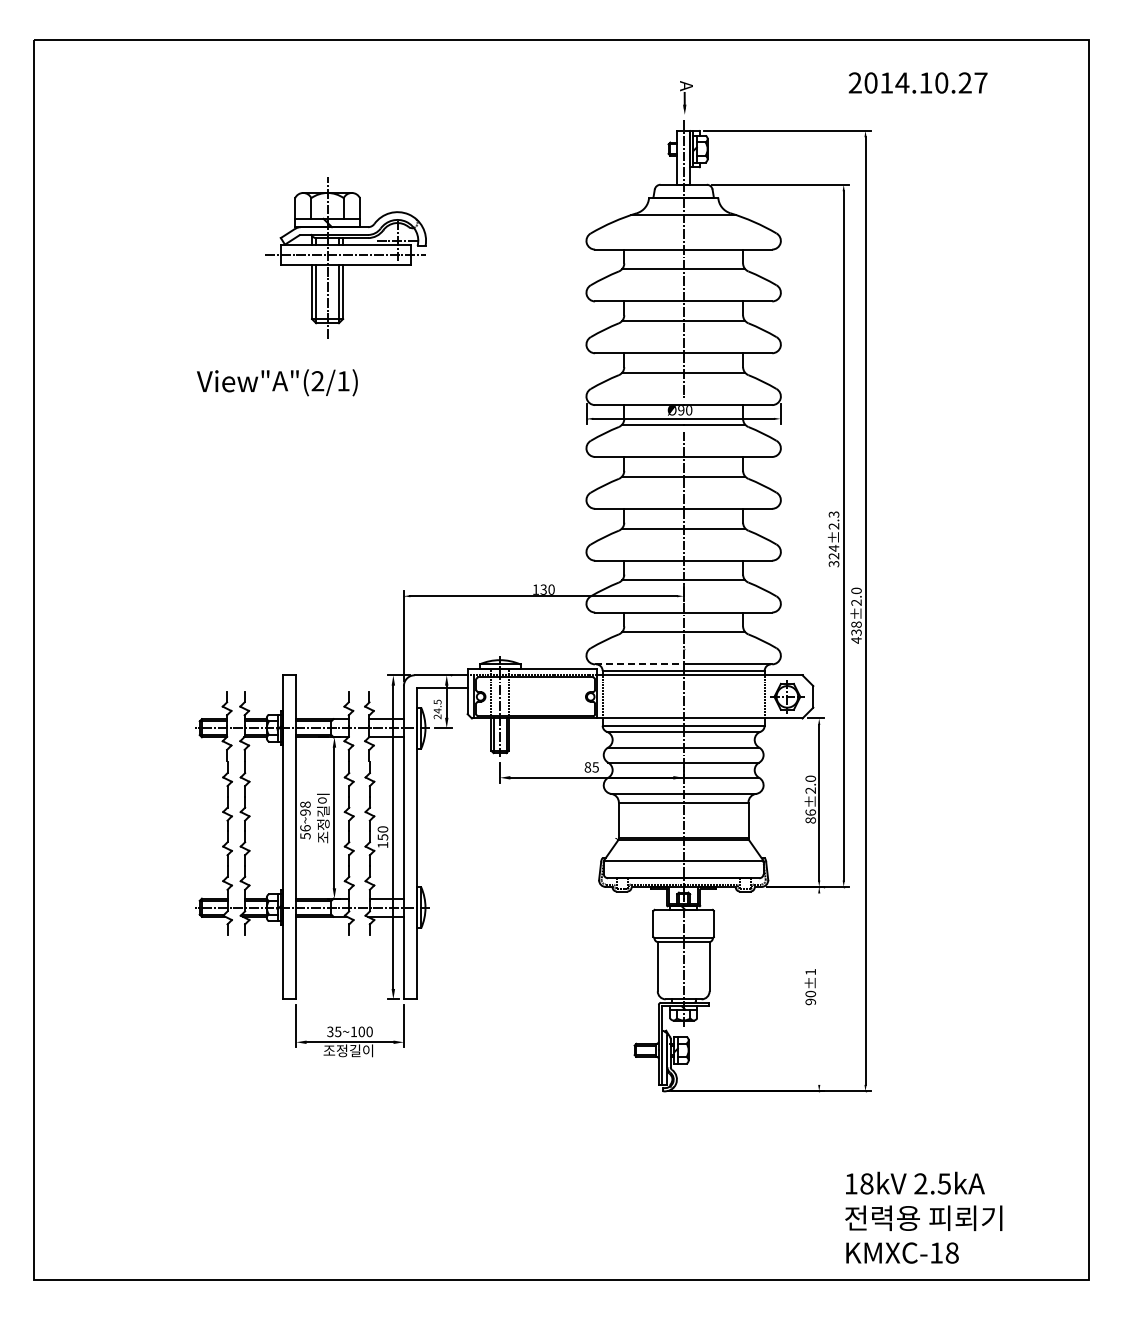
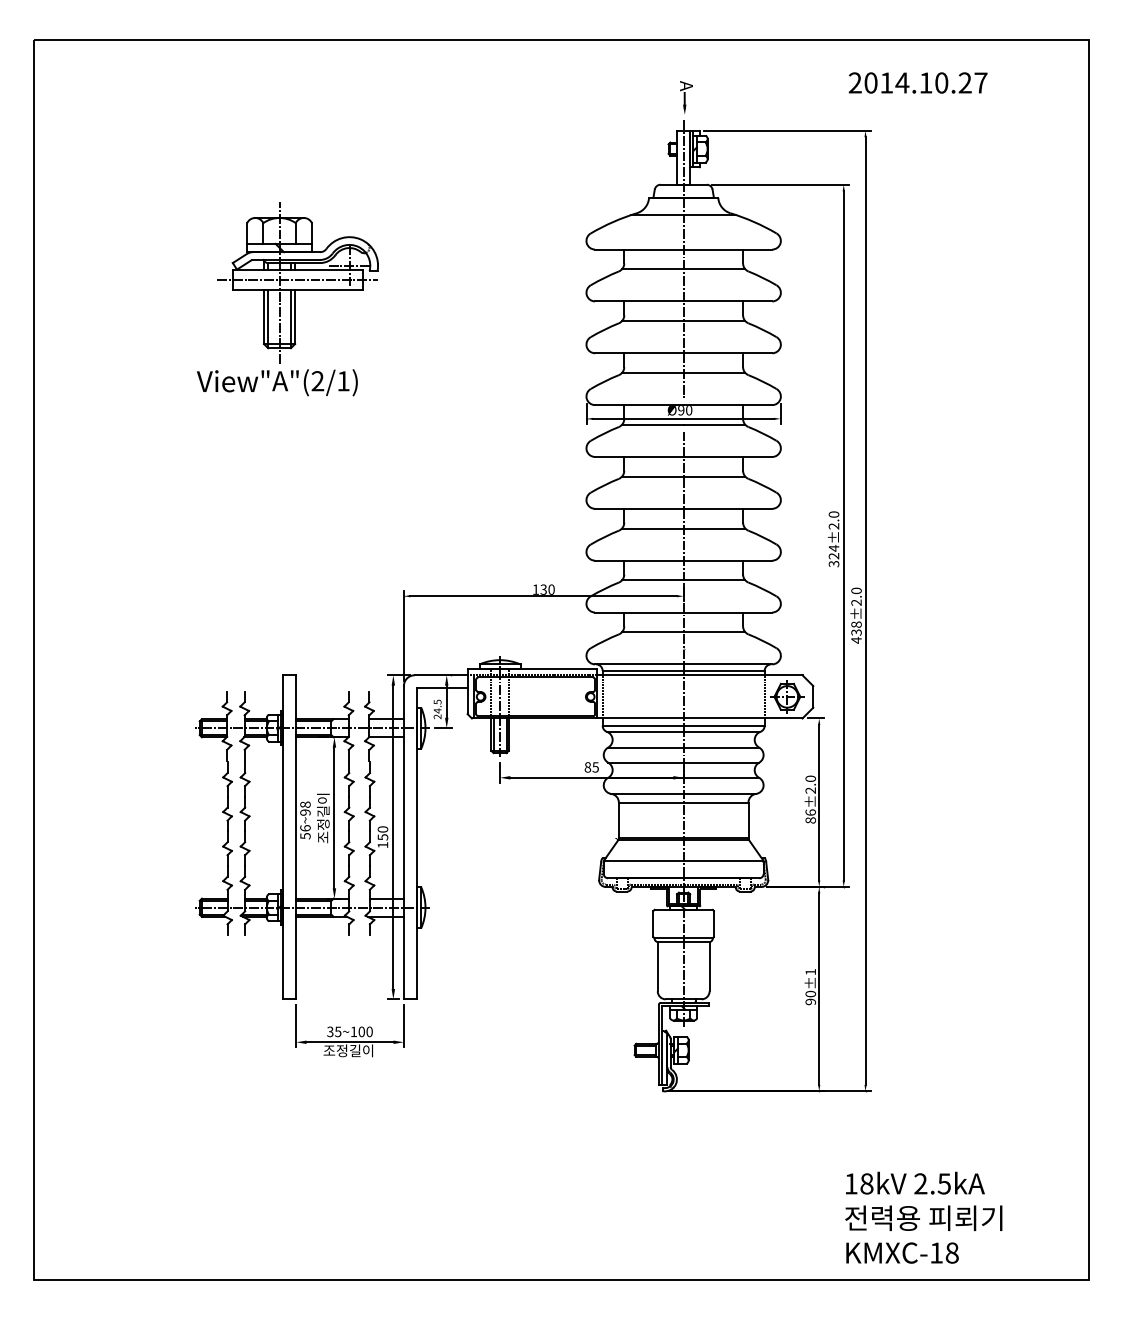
part at (345, 257) position: (345, 257) -> (297, 282)
text at (833, 514): 324±2.3 -> 324±2.0
line at (639, 664): dashed -> solid
line at (819, 988): none -> present
